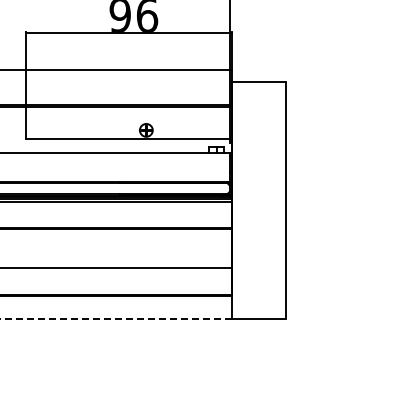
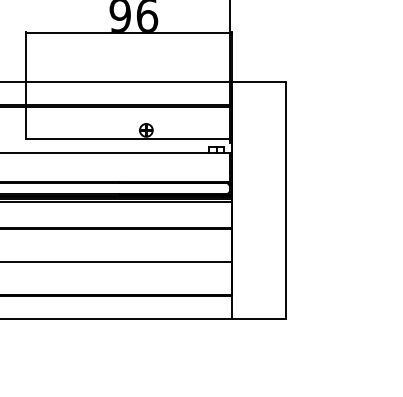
line at (117, 70) position: (117, 70) -> (117, 82)
line at (117, 268) position: (117, 268) -> (117, 262)
line at (116, 318): dashed -> solid
